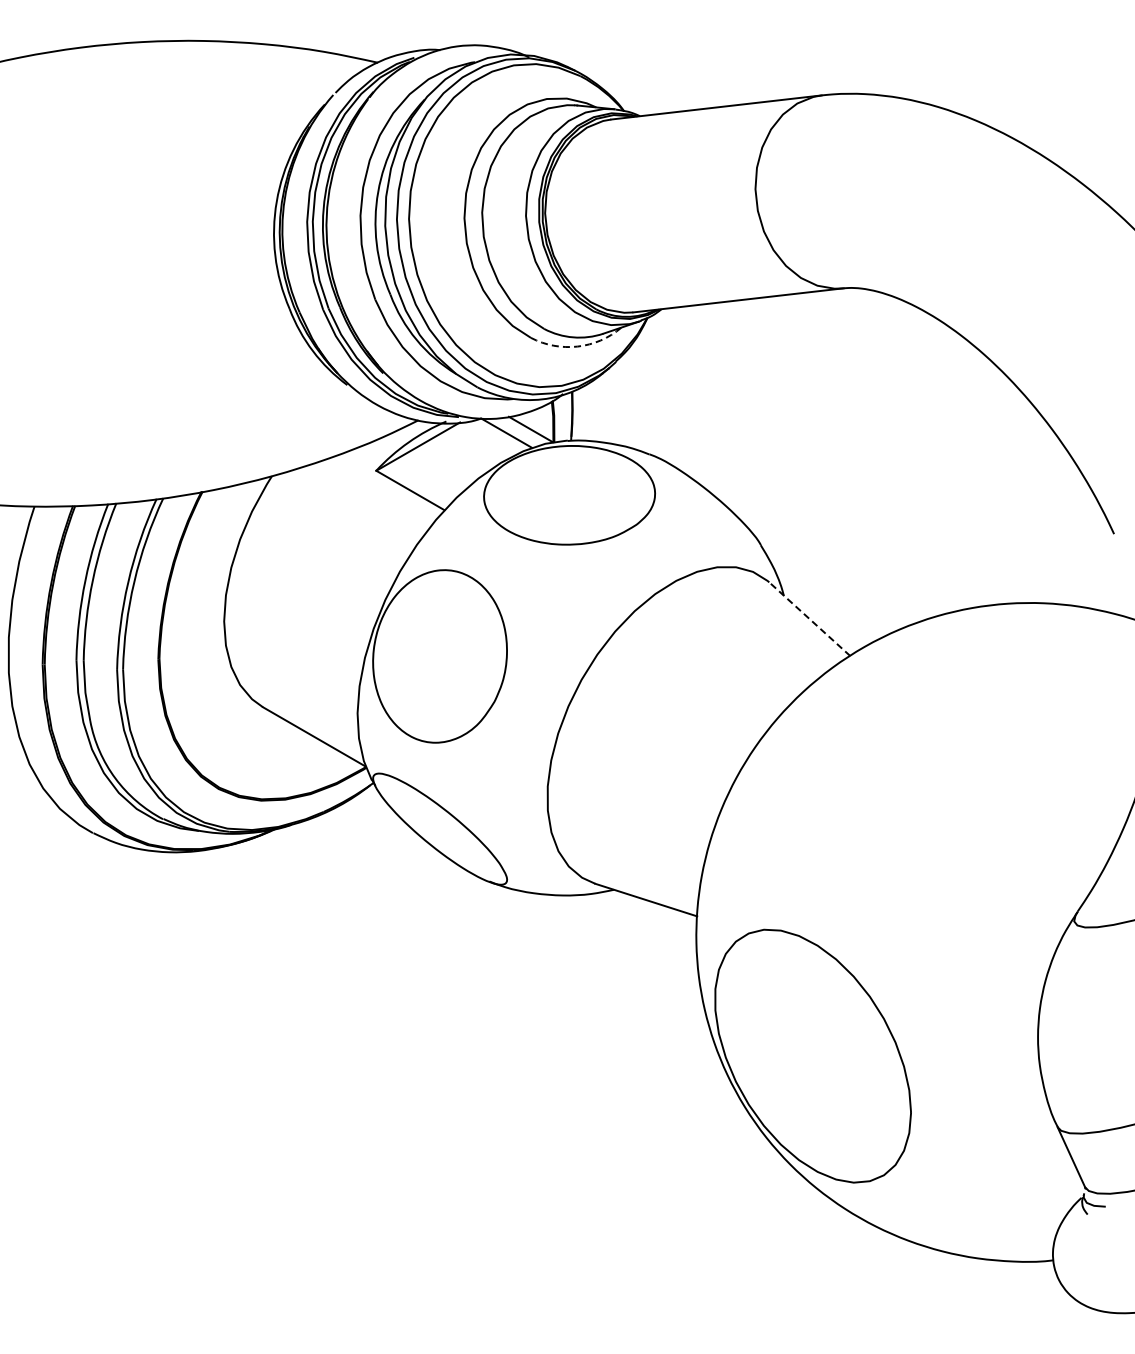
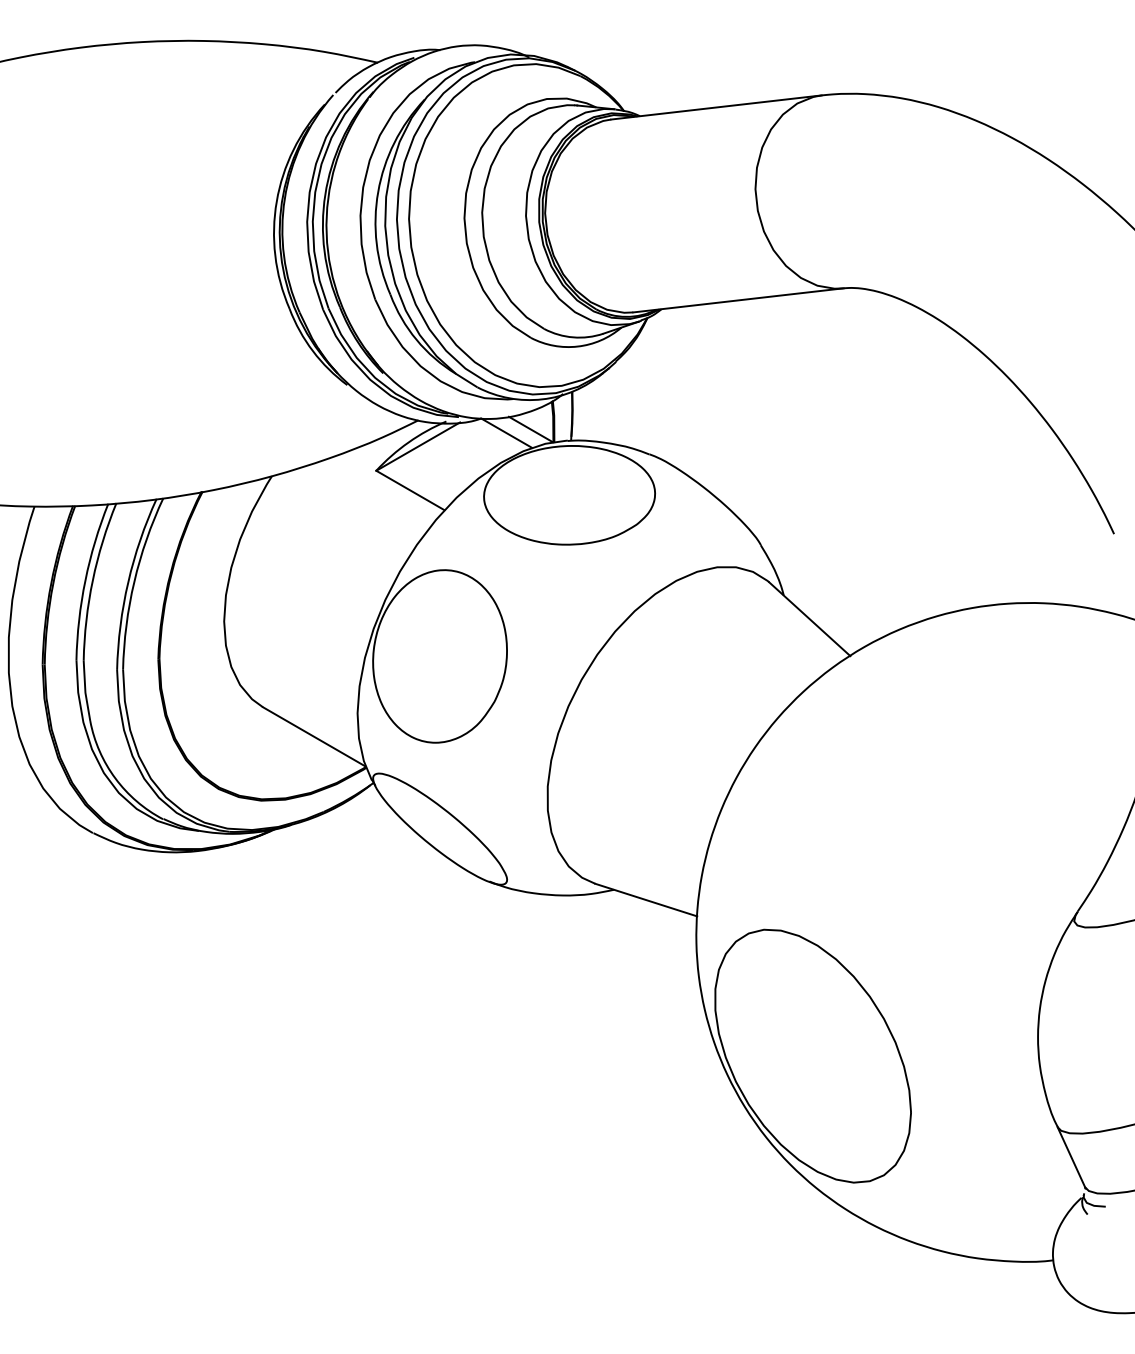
arc at (577, 346): dashed -> solid
line at (809, 619): dashed -> solid
